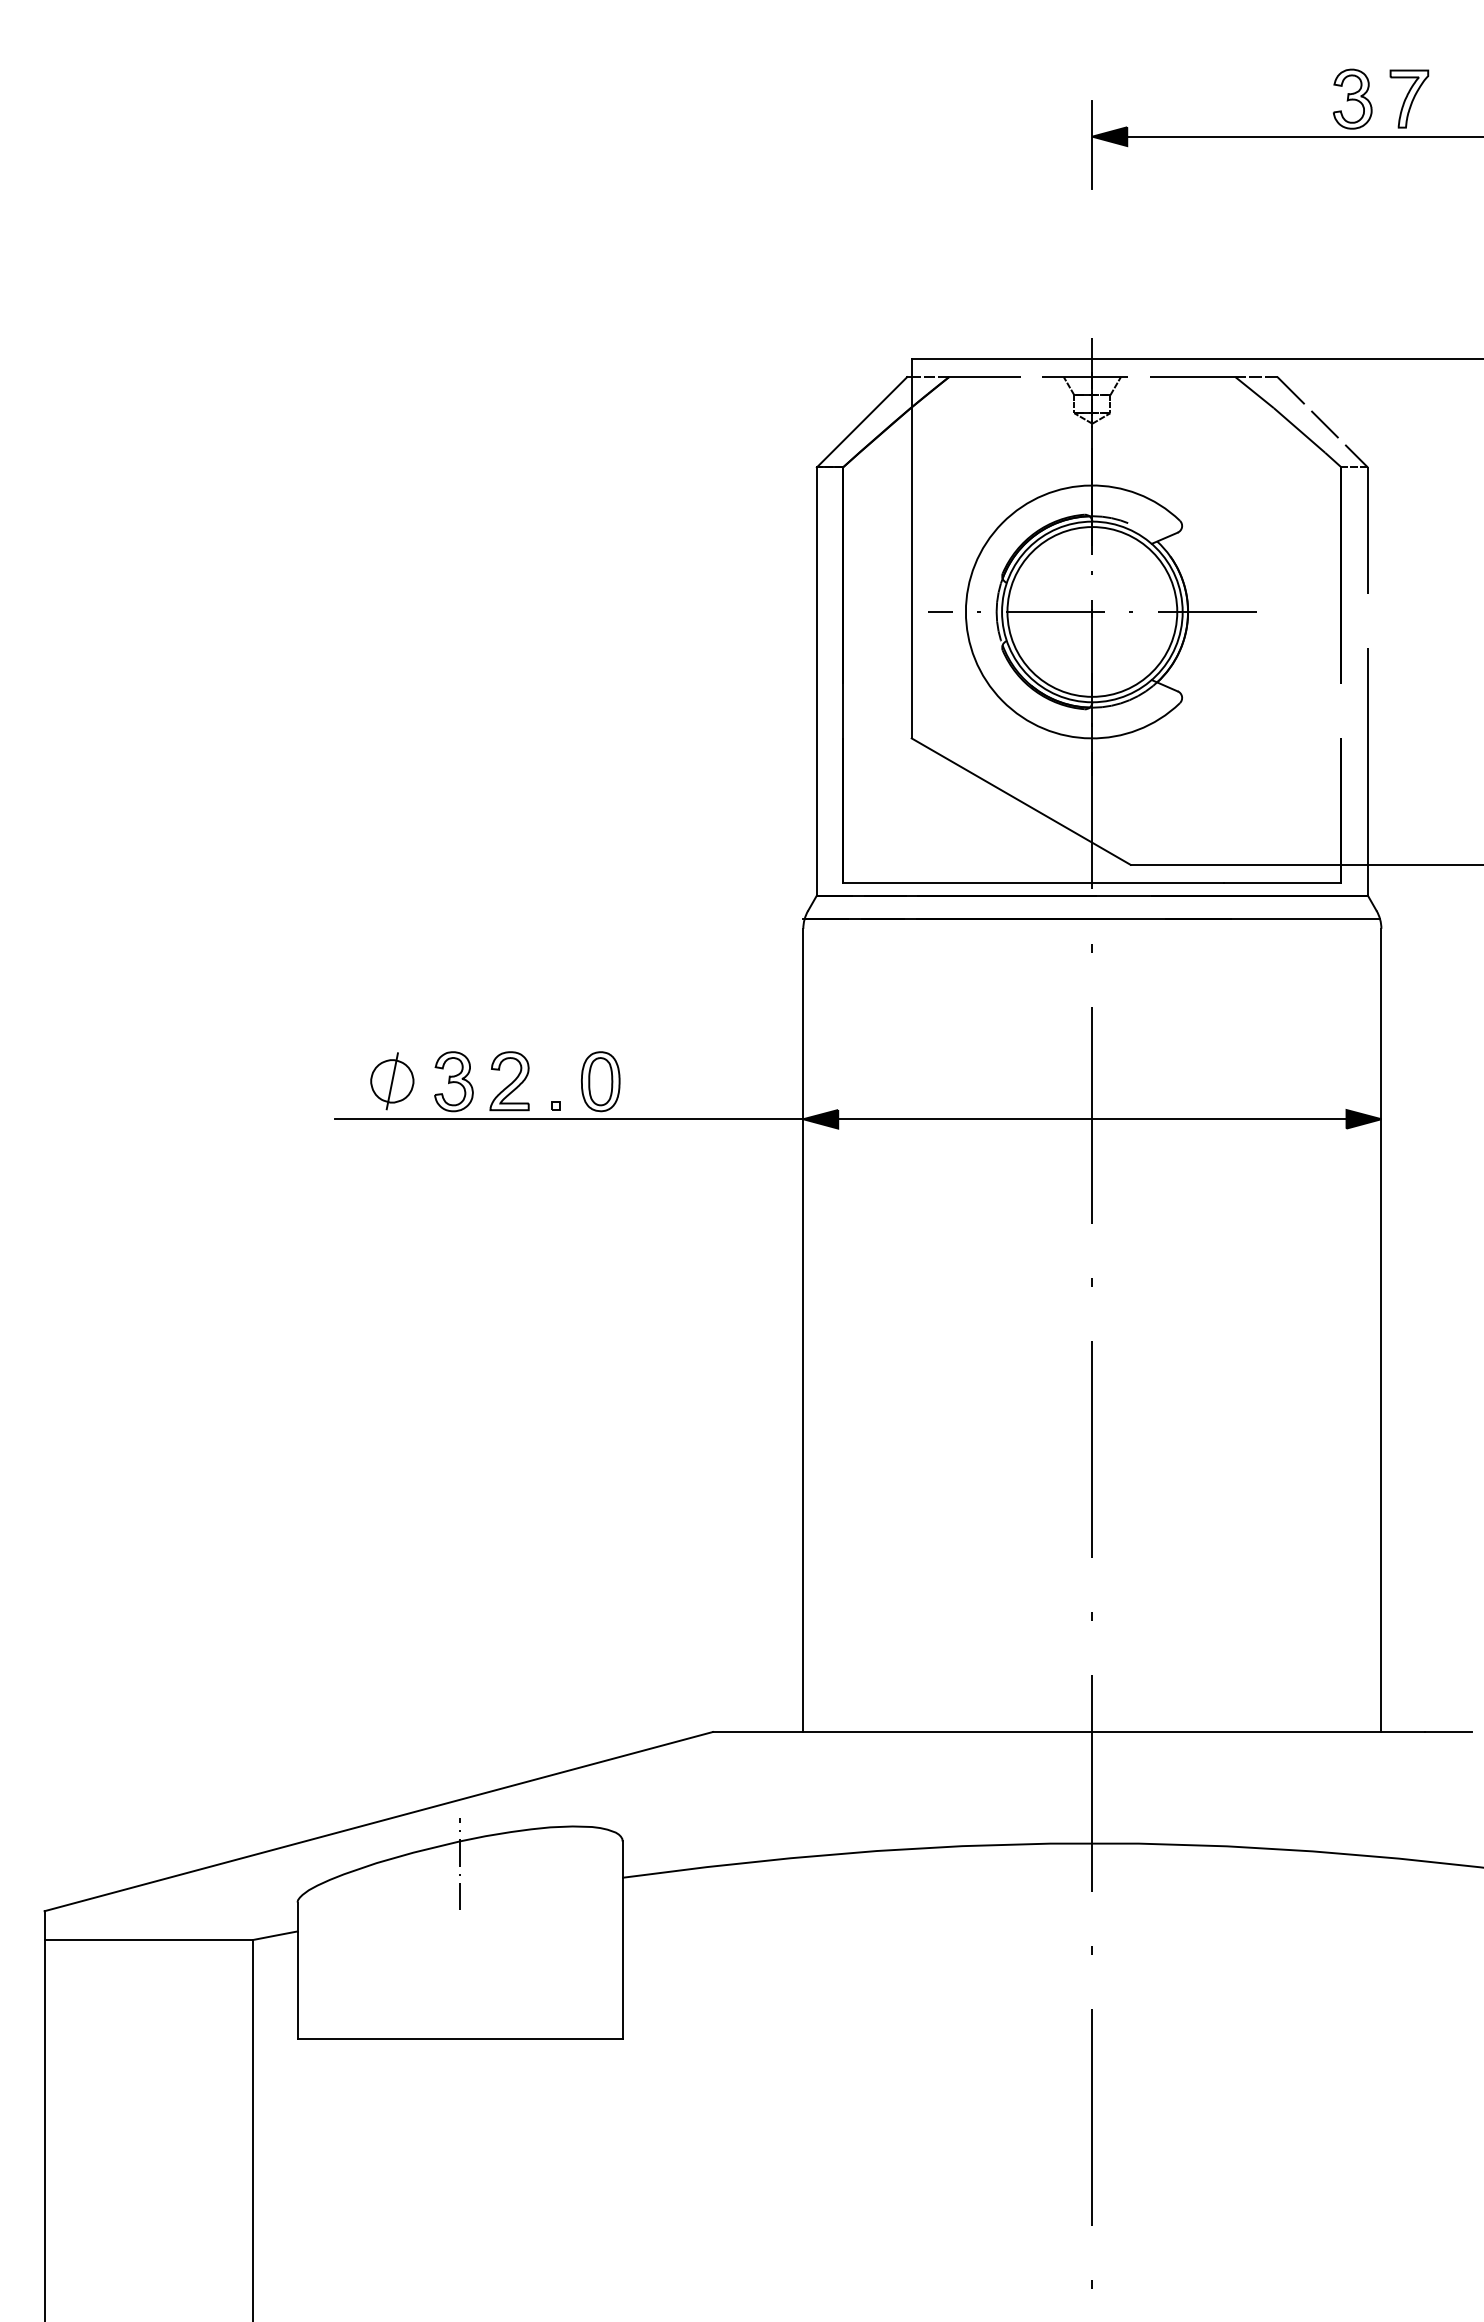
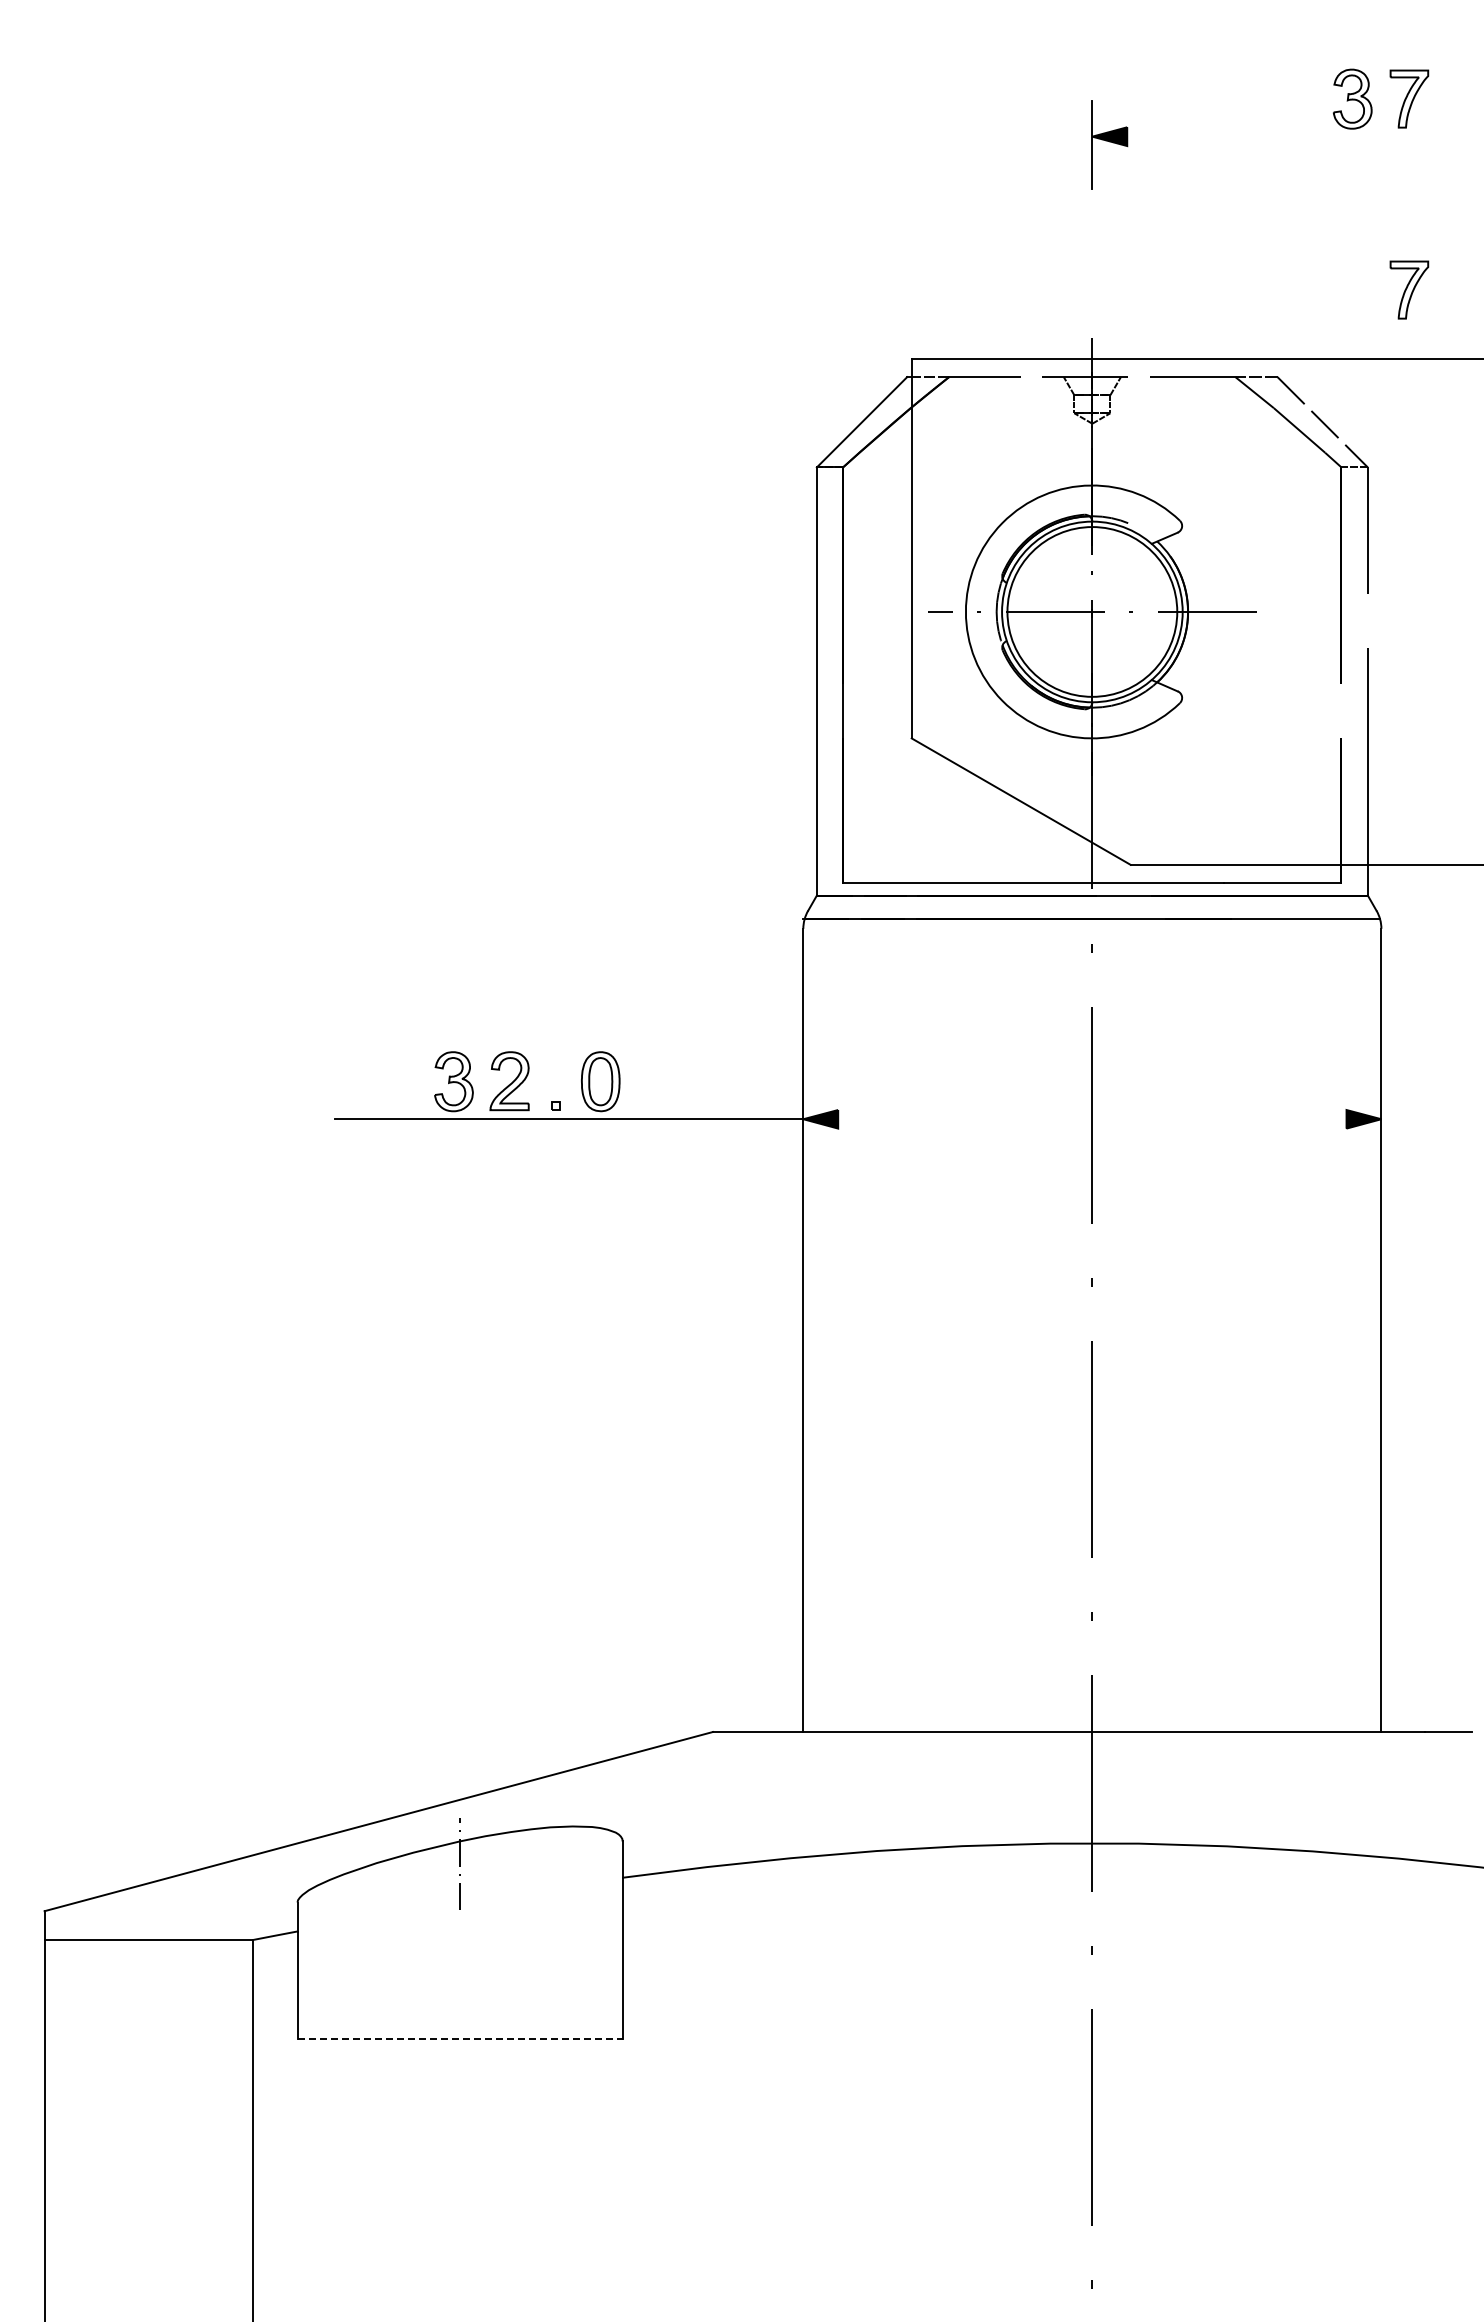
line at (1303, 136): present -> none
part at (1409, 289): none -> present
part at (392, 1081): present -> none
line at (1092, 1119): present -> none
line at (460, 2039): solid -> dashed
